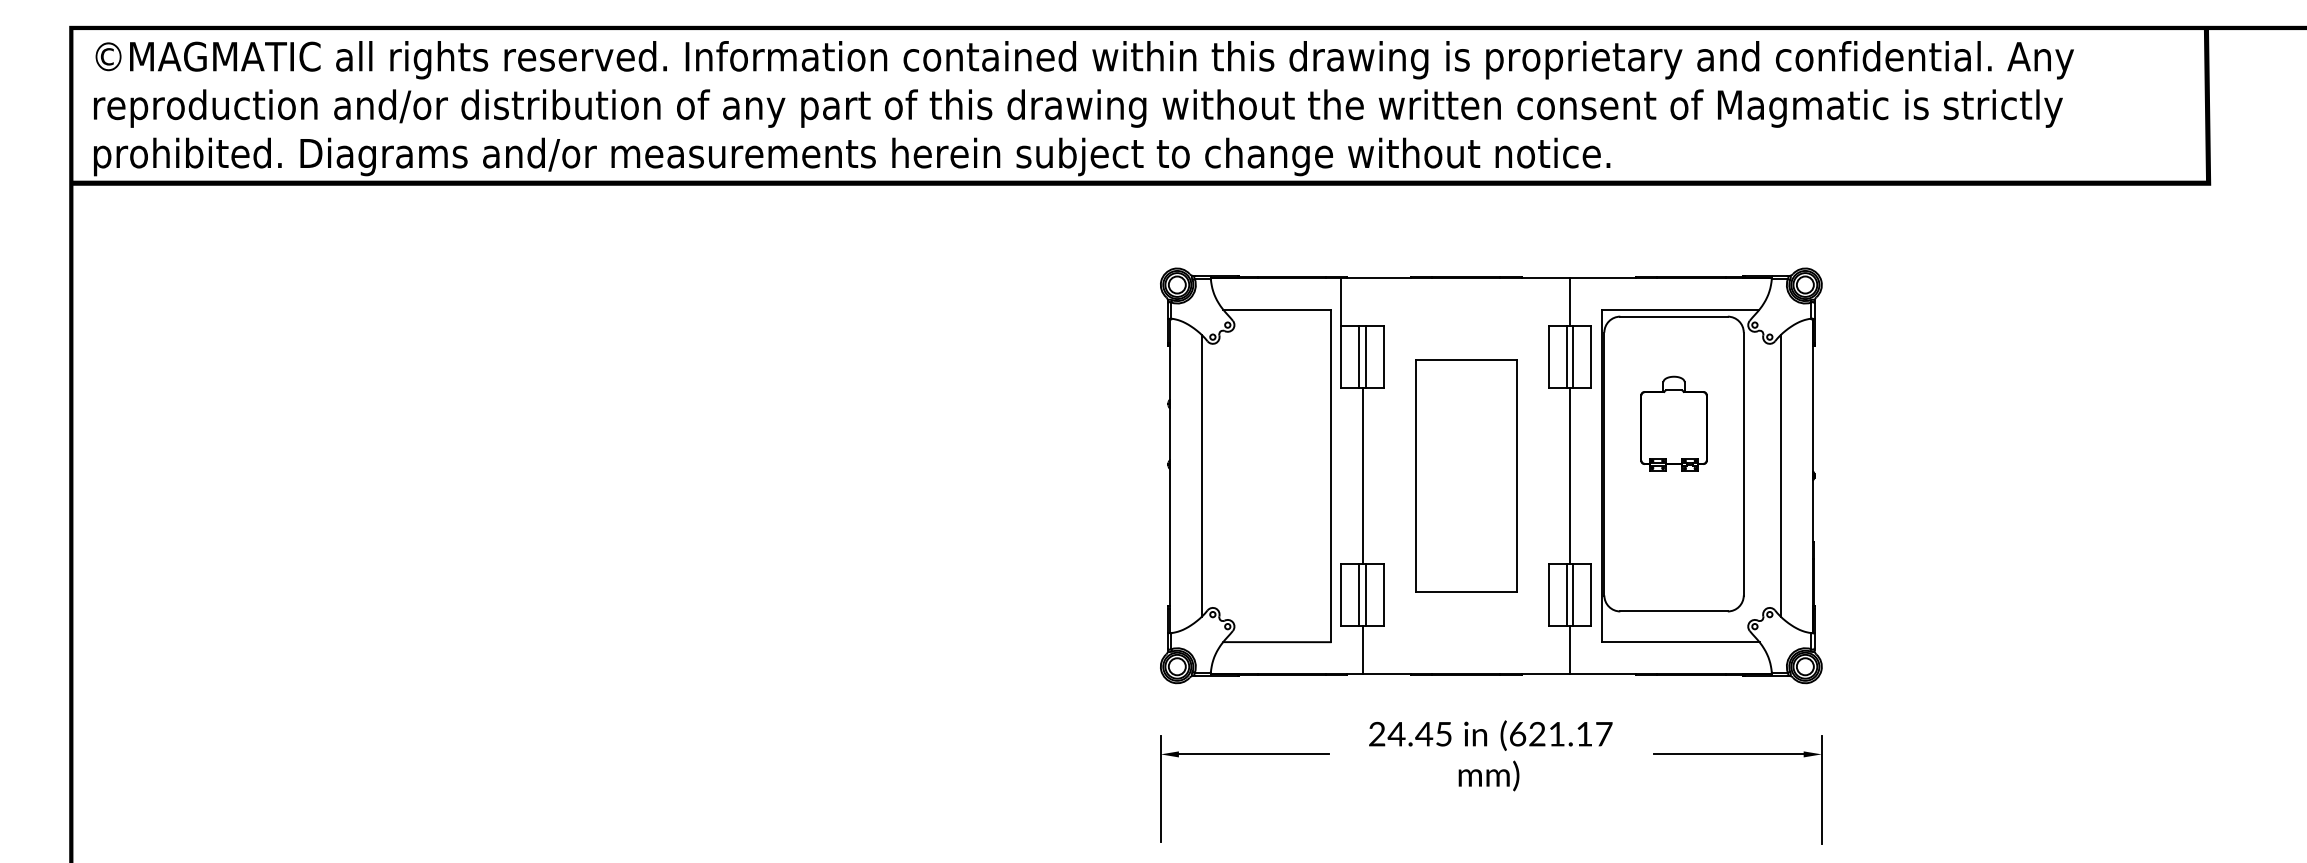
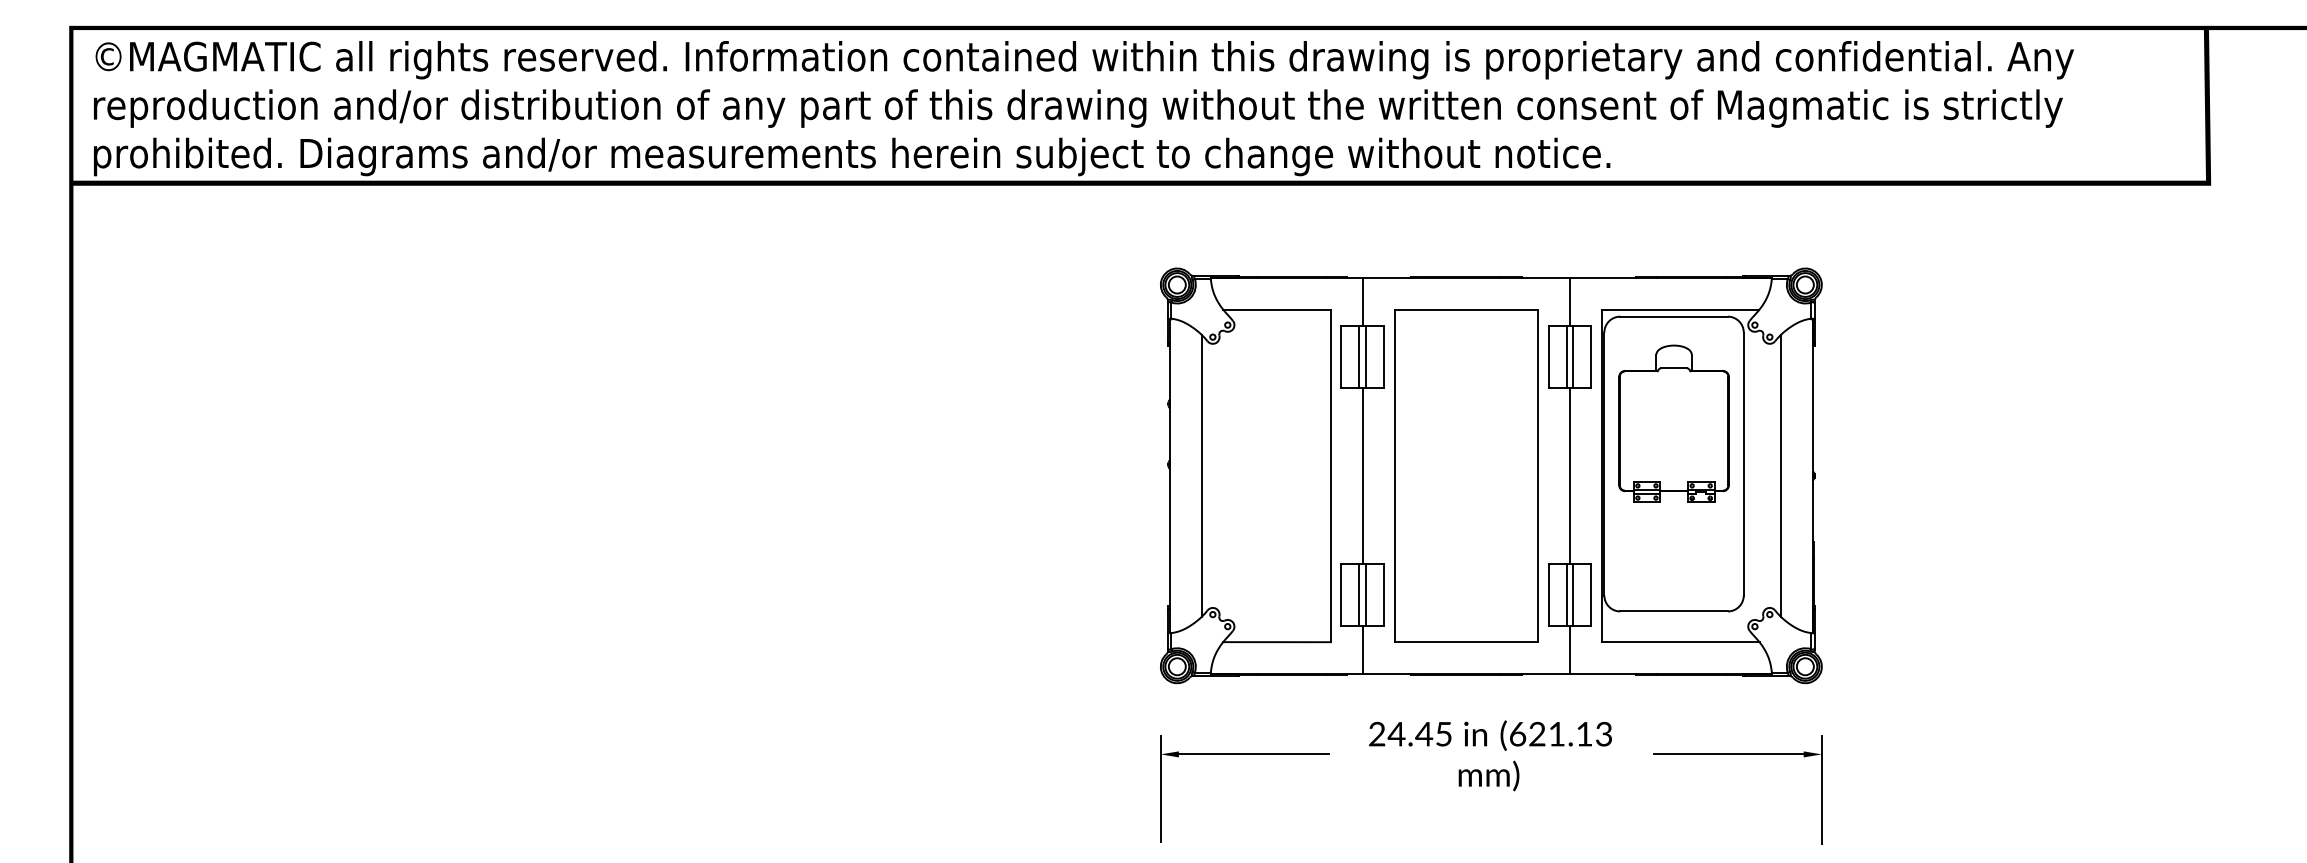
line at (1340, 301) position: (1340, 301) -> (1362, 301)
part at (1673, 423) size: 68x97 px -> 112x159 px
part at (1466, 475) size: 103x234 px -> 145x334 px
text at (1604, 733): (621.17 -> (621.13
